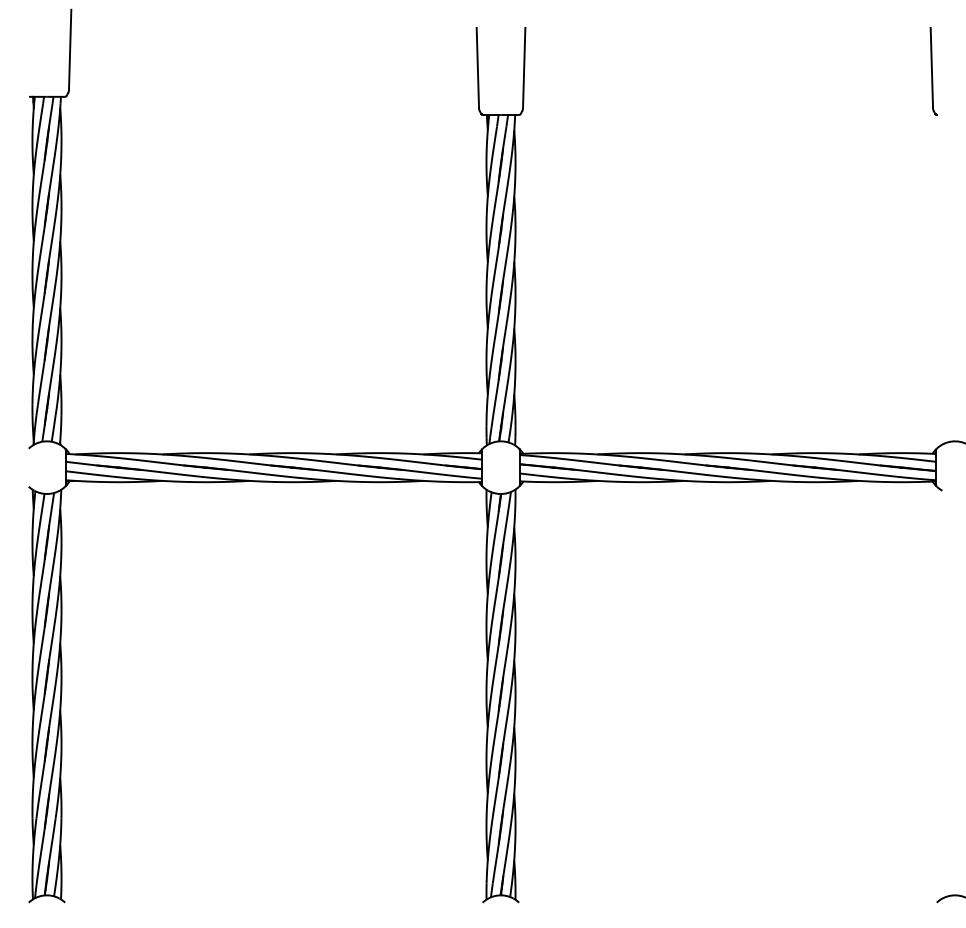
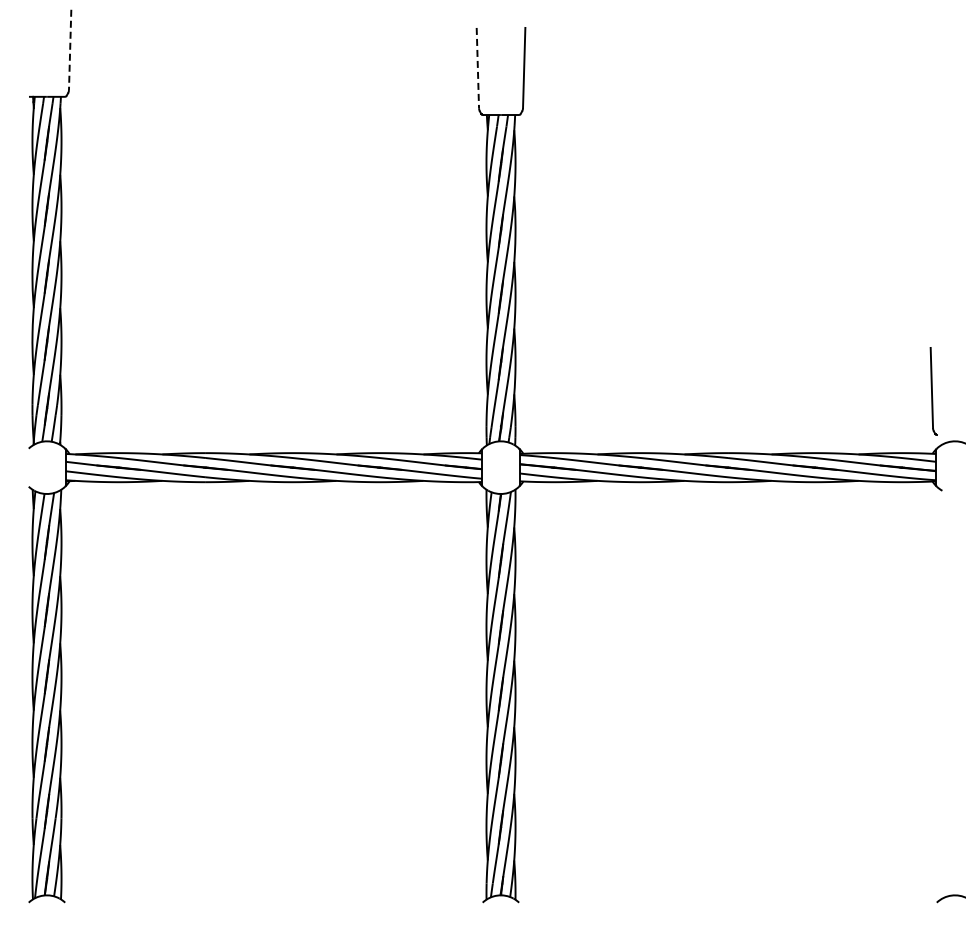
line at (70, 50): solid -> dashed
line at (477, 68): solid -> dashed
part at (933, 71) position: (933, 71) -> (933, 391)
